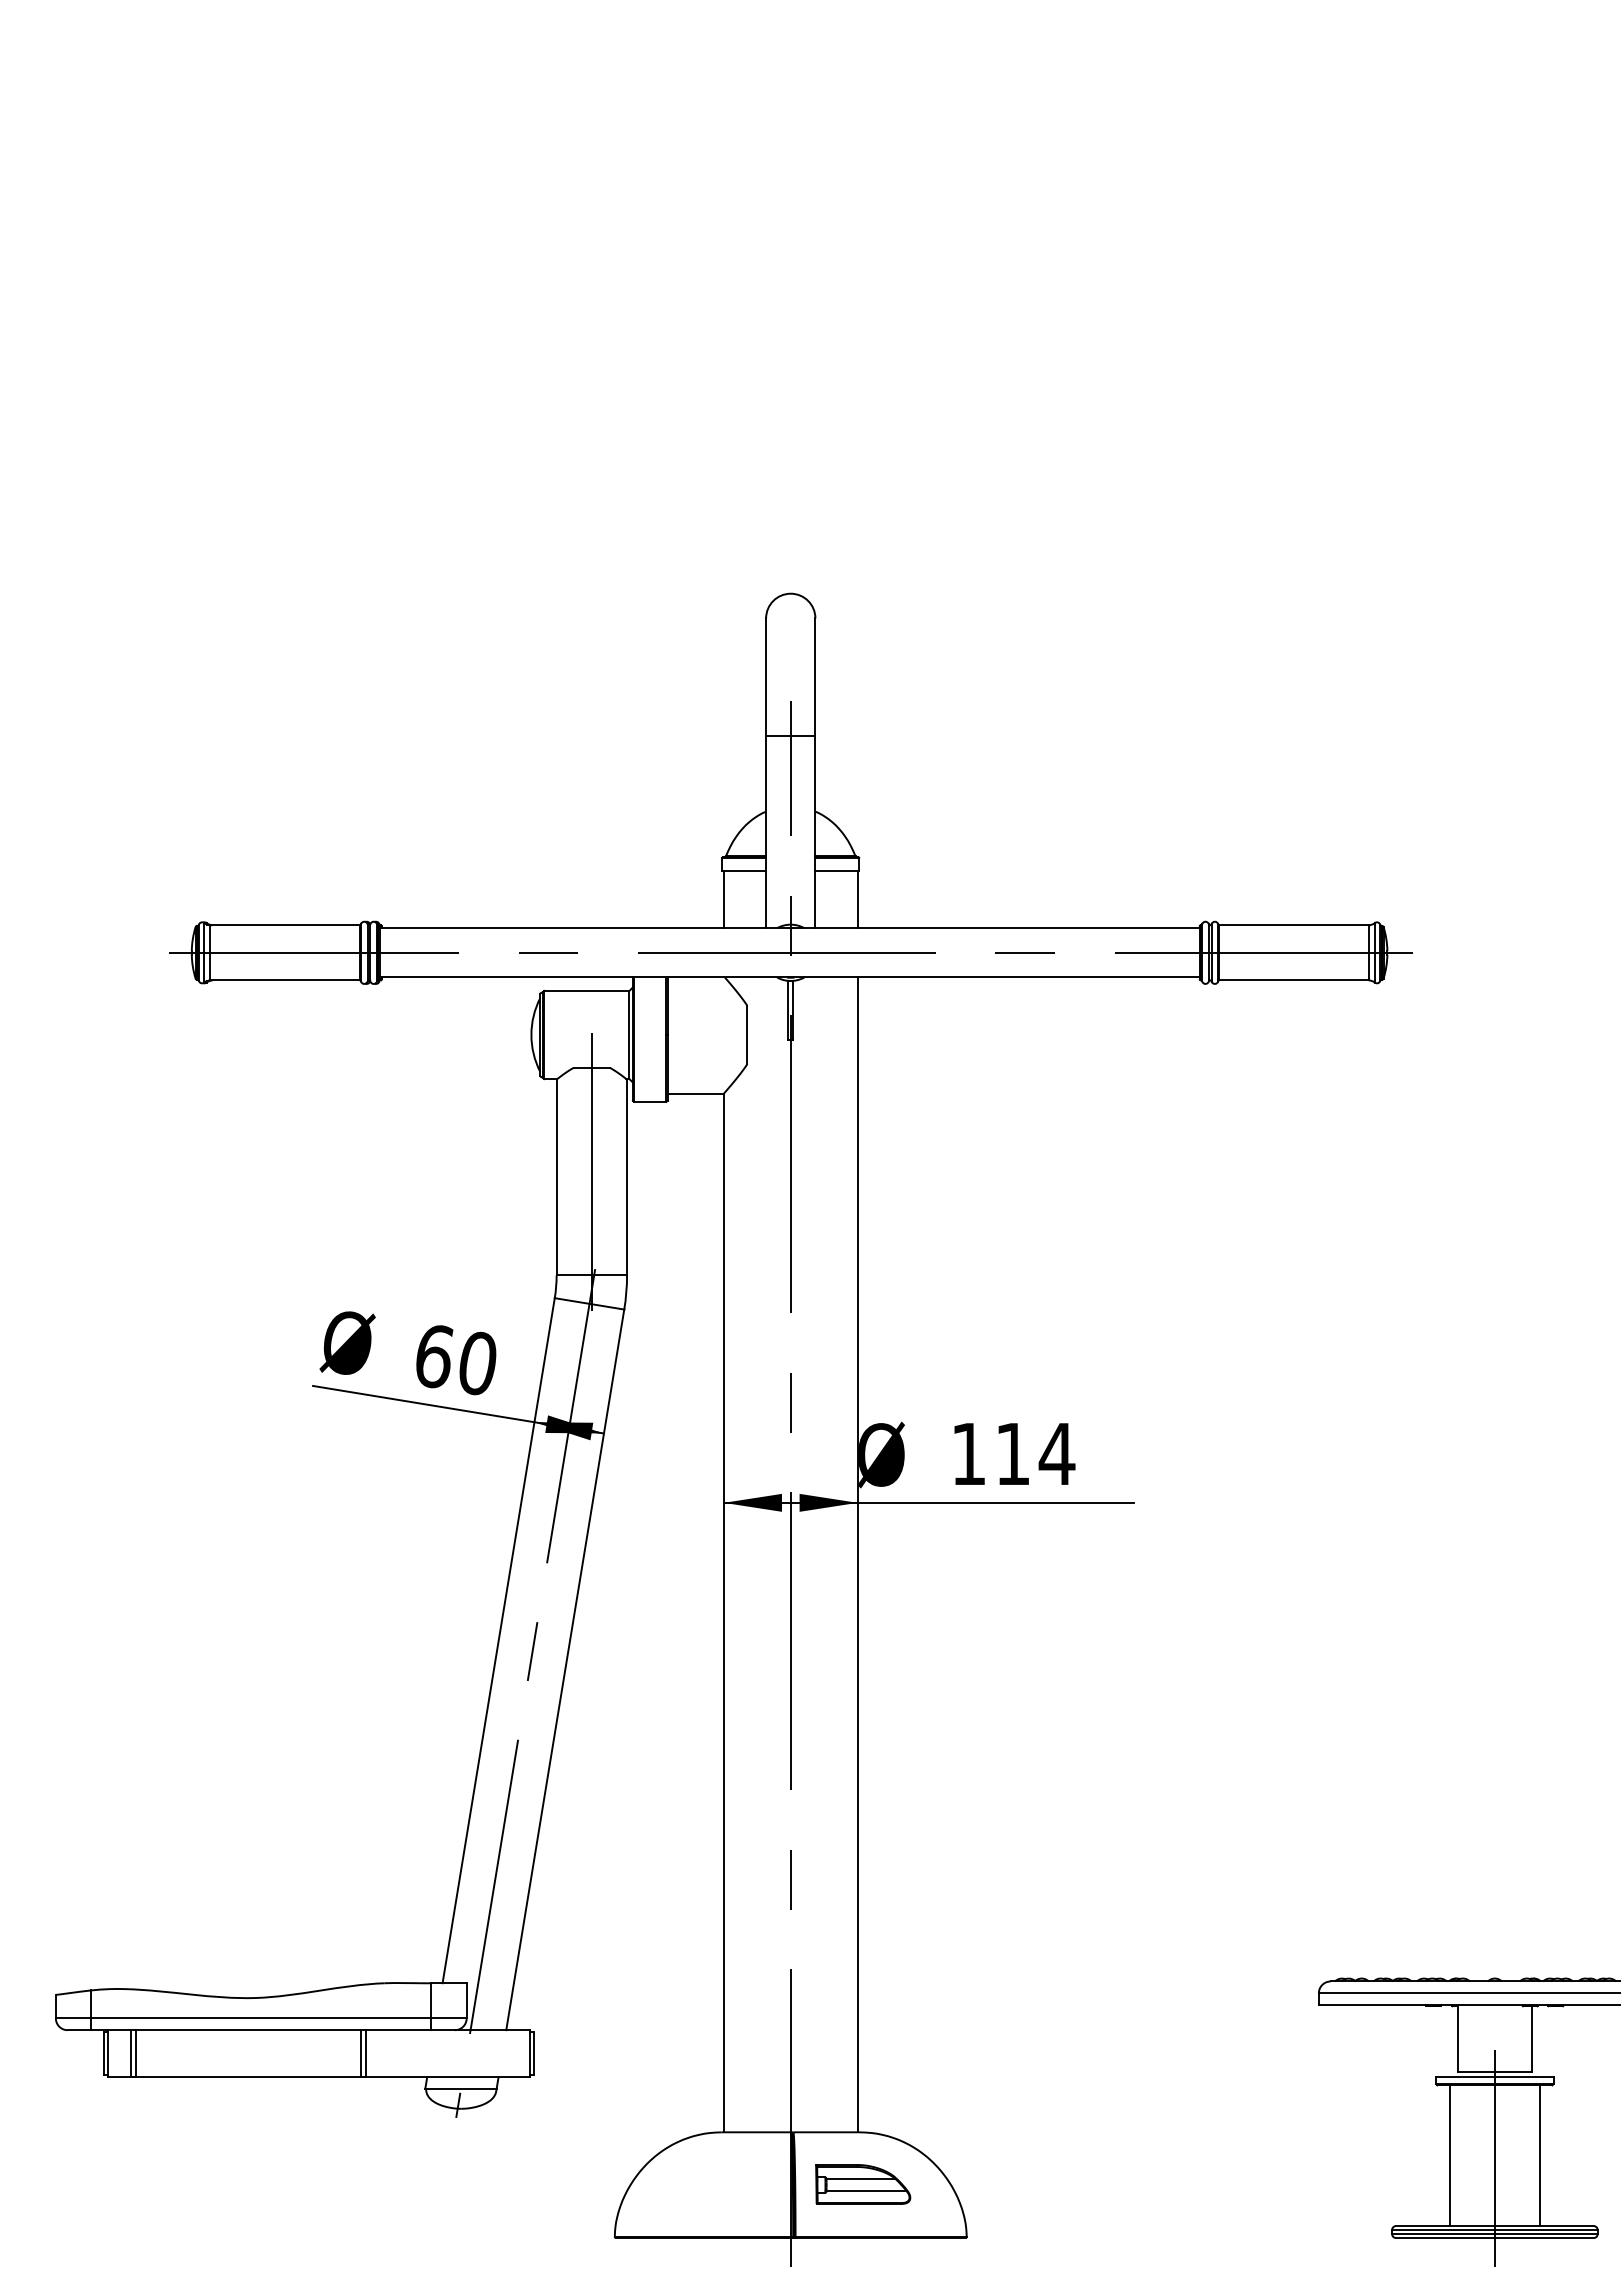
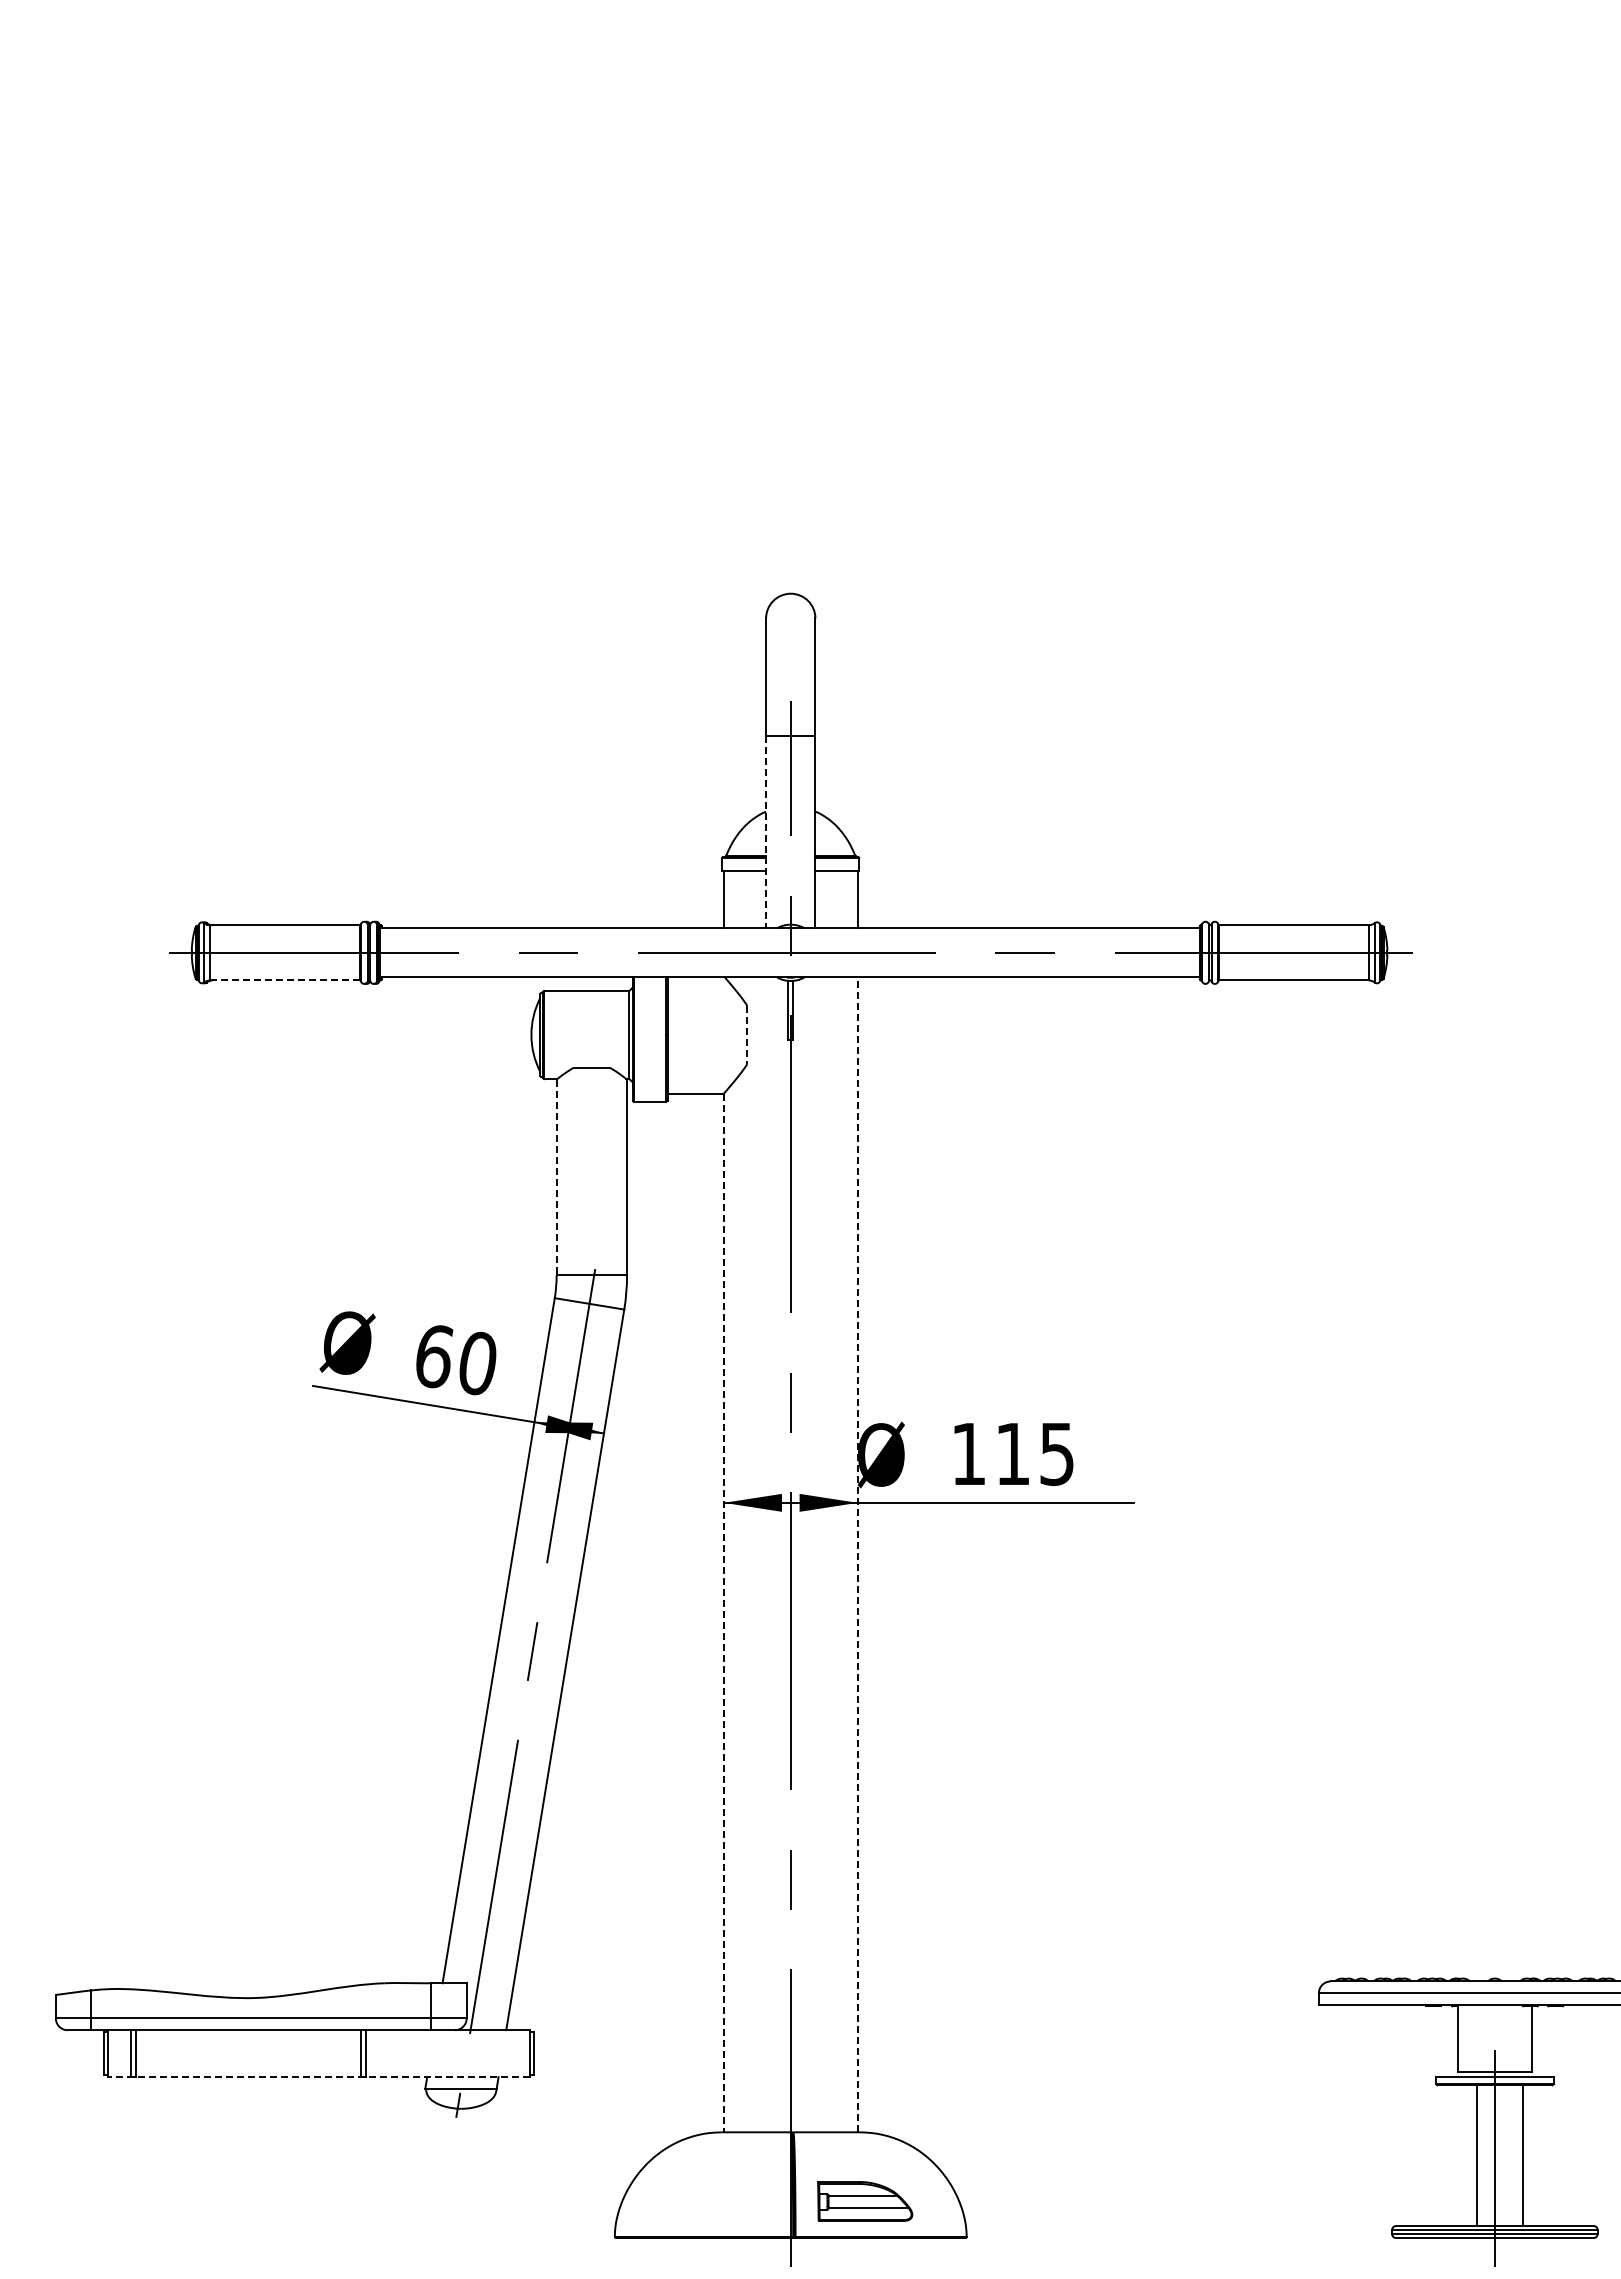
line at (766, 832): solid -> dashed
line at (285, 980): solid -> dashed
line at (747, 1035): solid -> dashed
line at (591, 1171): present -> none
line at (556, 1177): solid -> dashed
text at (1056, 1454): 114 -> 115
line at (857, 1554): solid -> dashed
line at (723, 1613): solid -> dashed
line at (318, 2077): solid -> dashed
line at (1450, 2155) position: (1450, 2155) -> (1477, 2155)
line at (1539, 2155) position: (1539, 2155) -> (1522, 2155)
part at (863, 2184) position: (863, 2184) -> (865, 2201)
